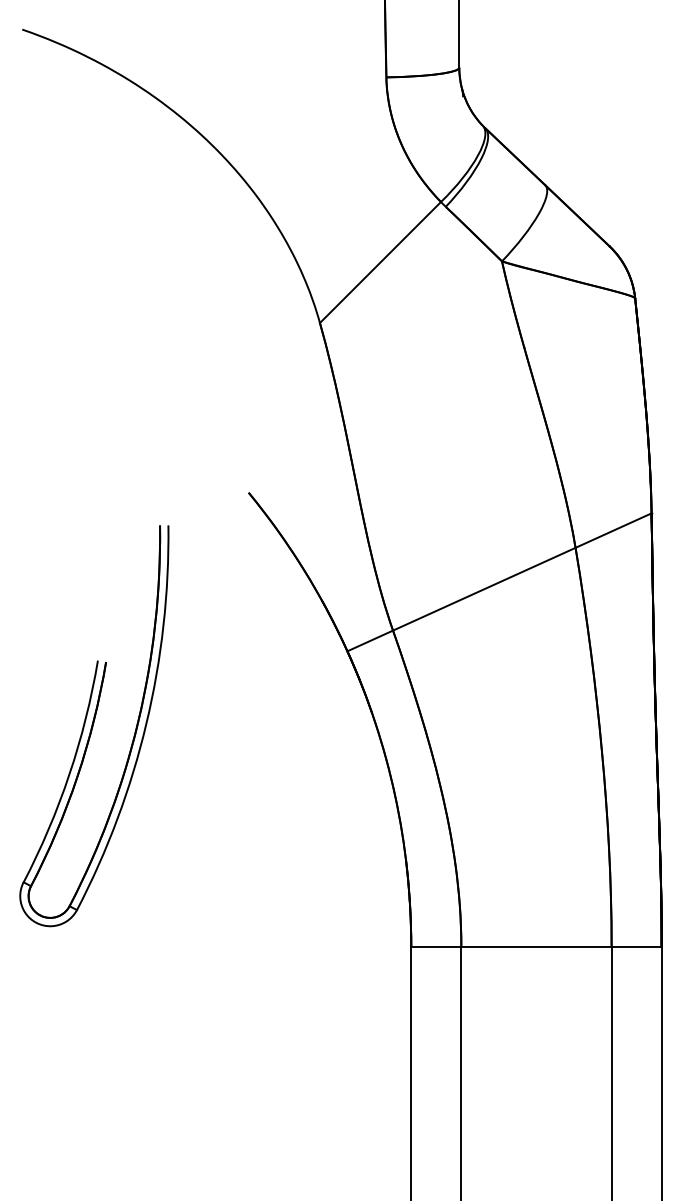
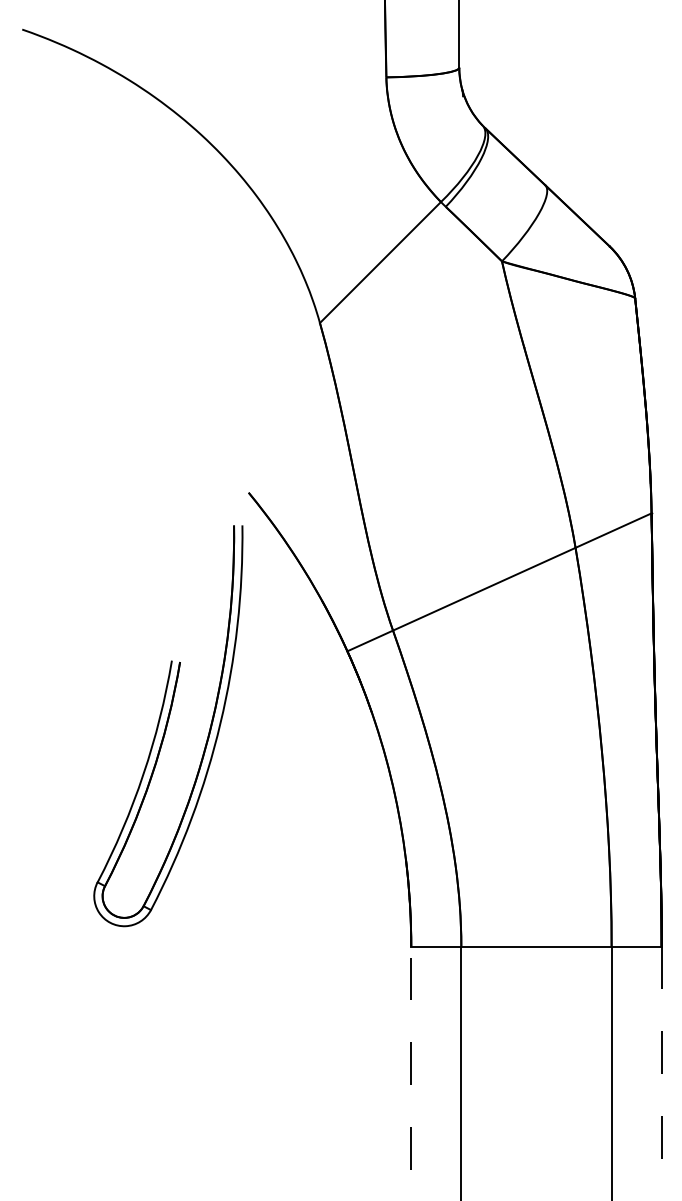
part at (94, 726) position: (94, 726) -> (168, 726)
line at (411, 1073): solid -> dashed
line at (661, 1073): solid -> dashed
